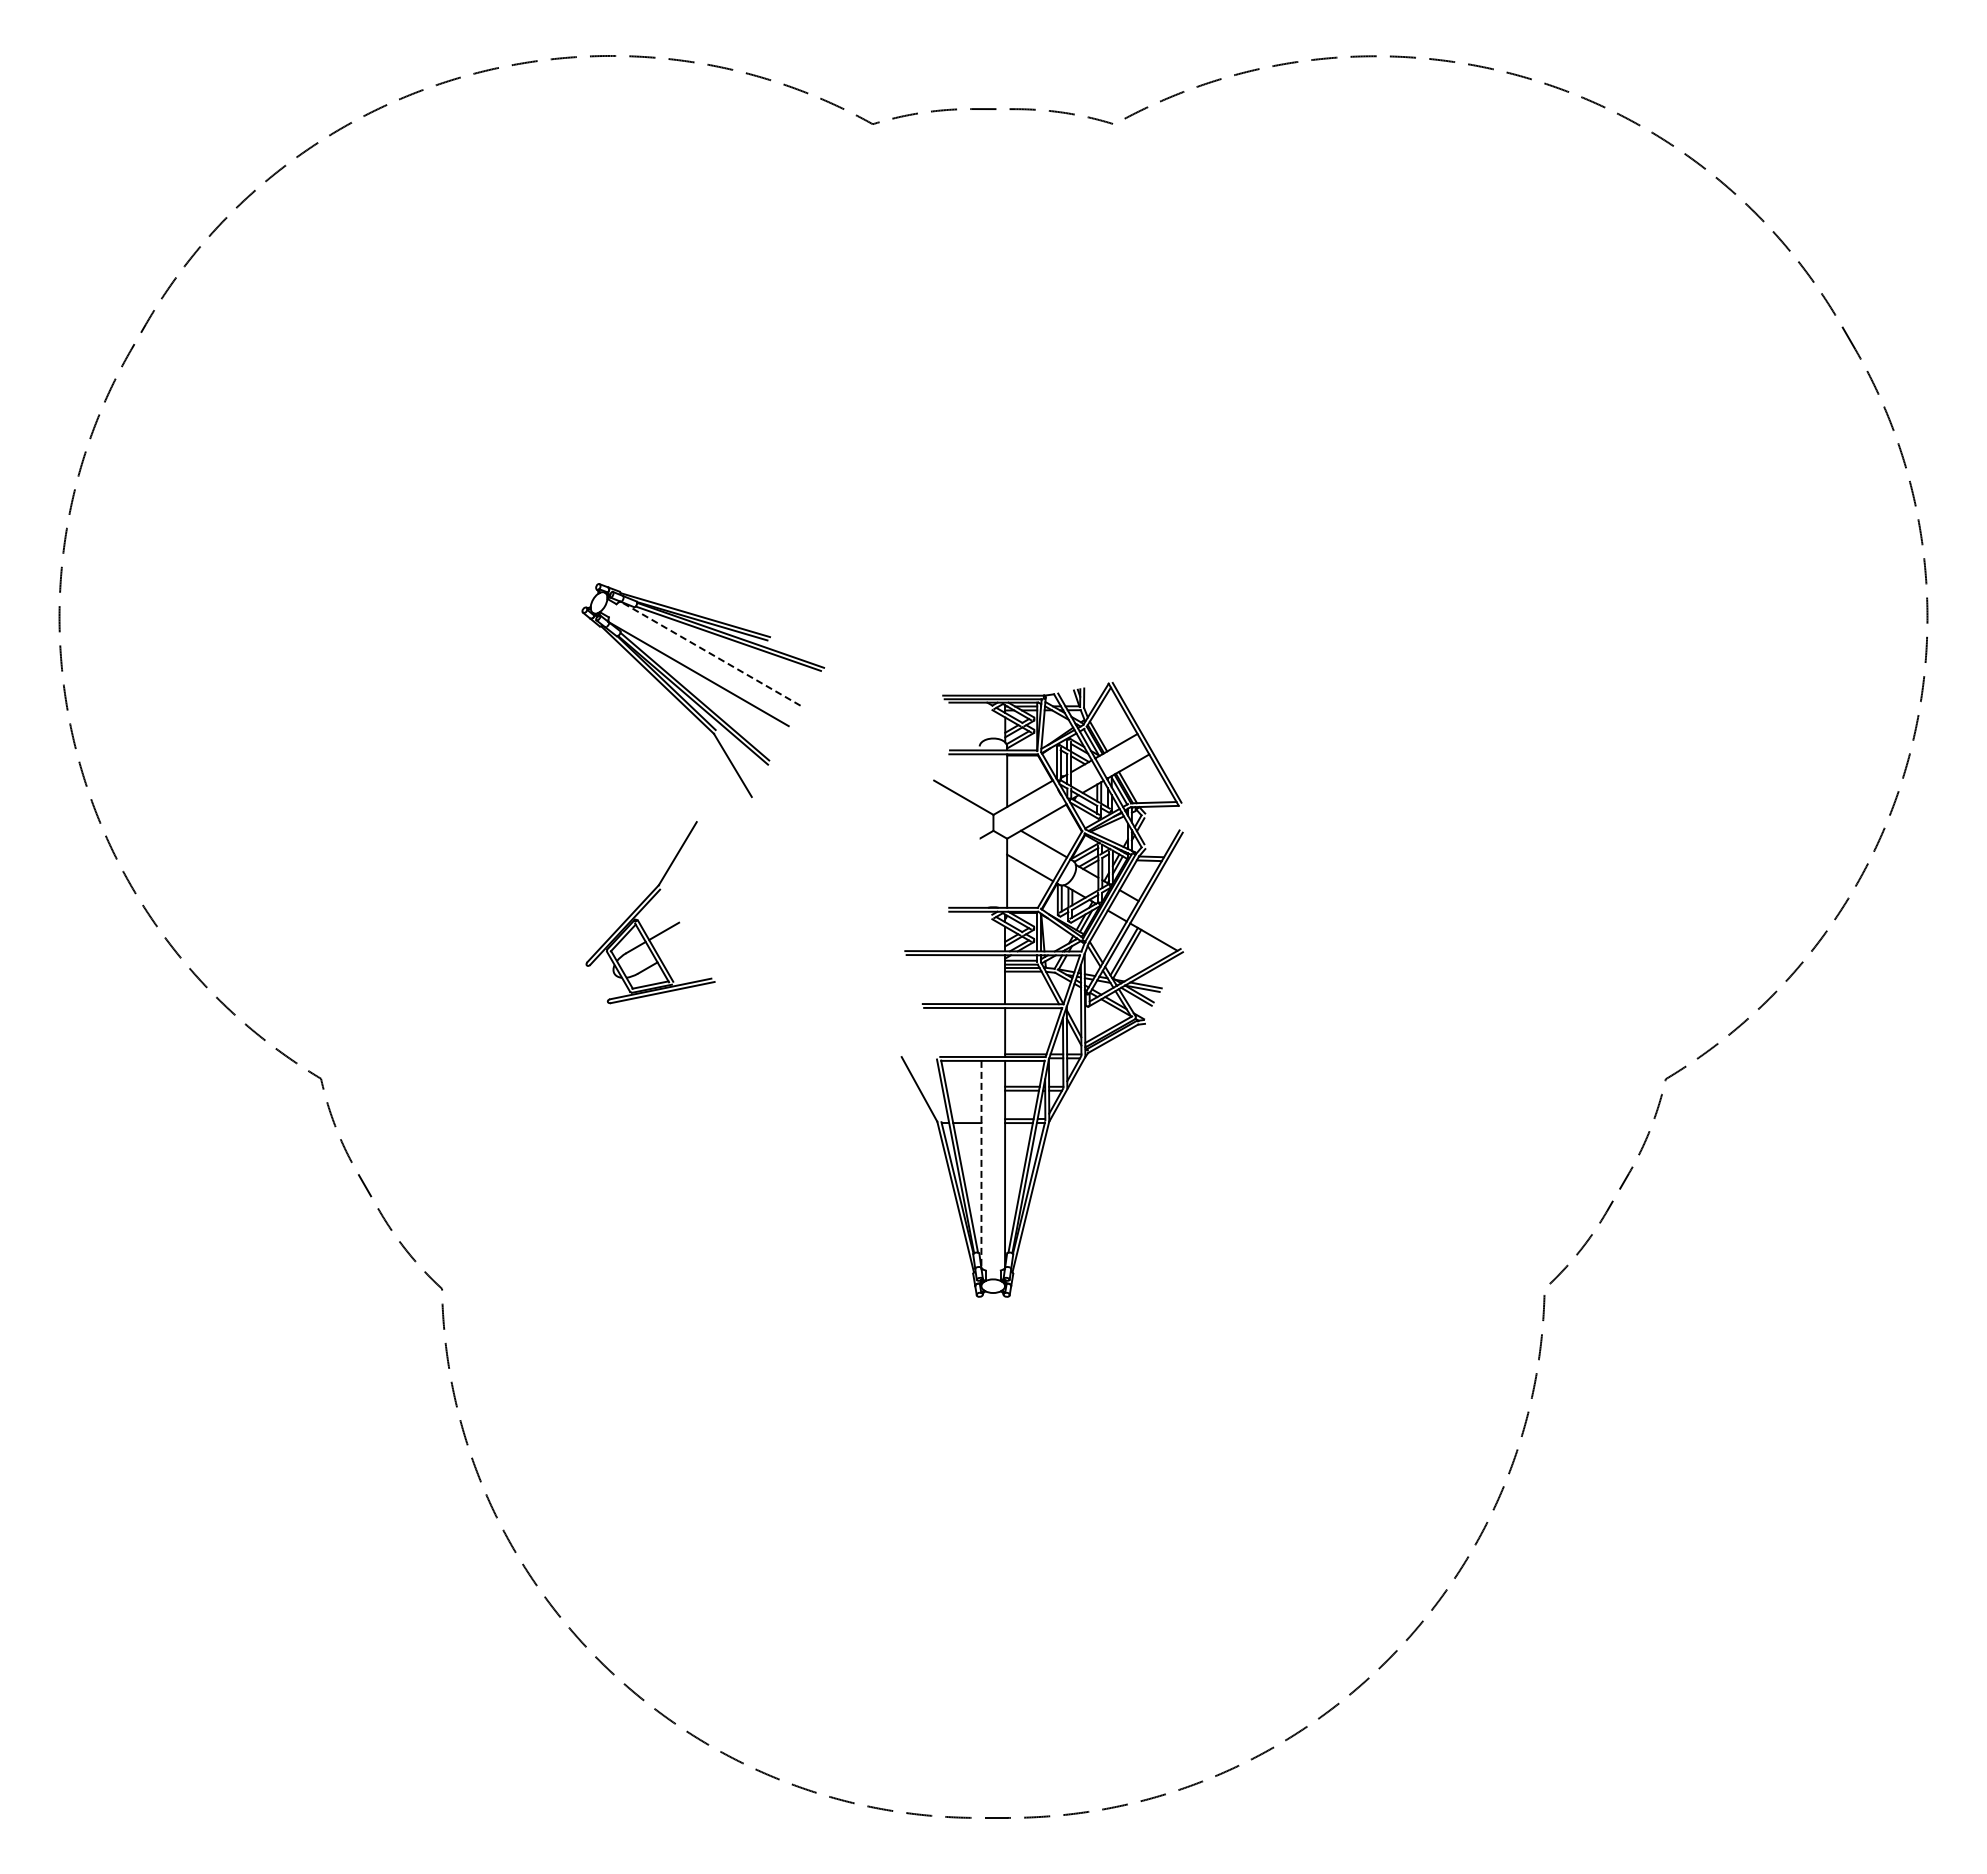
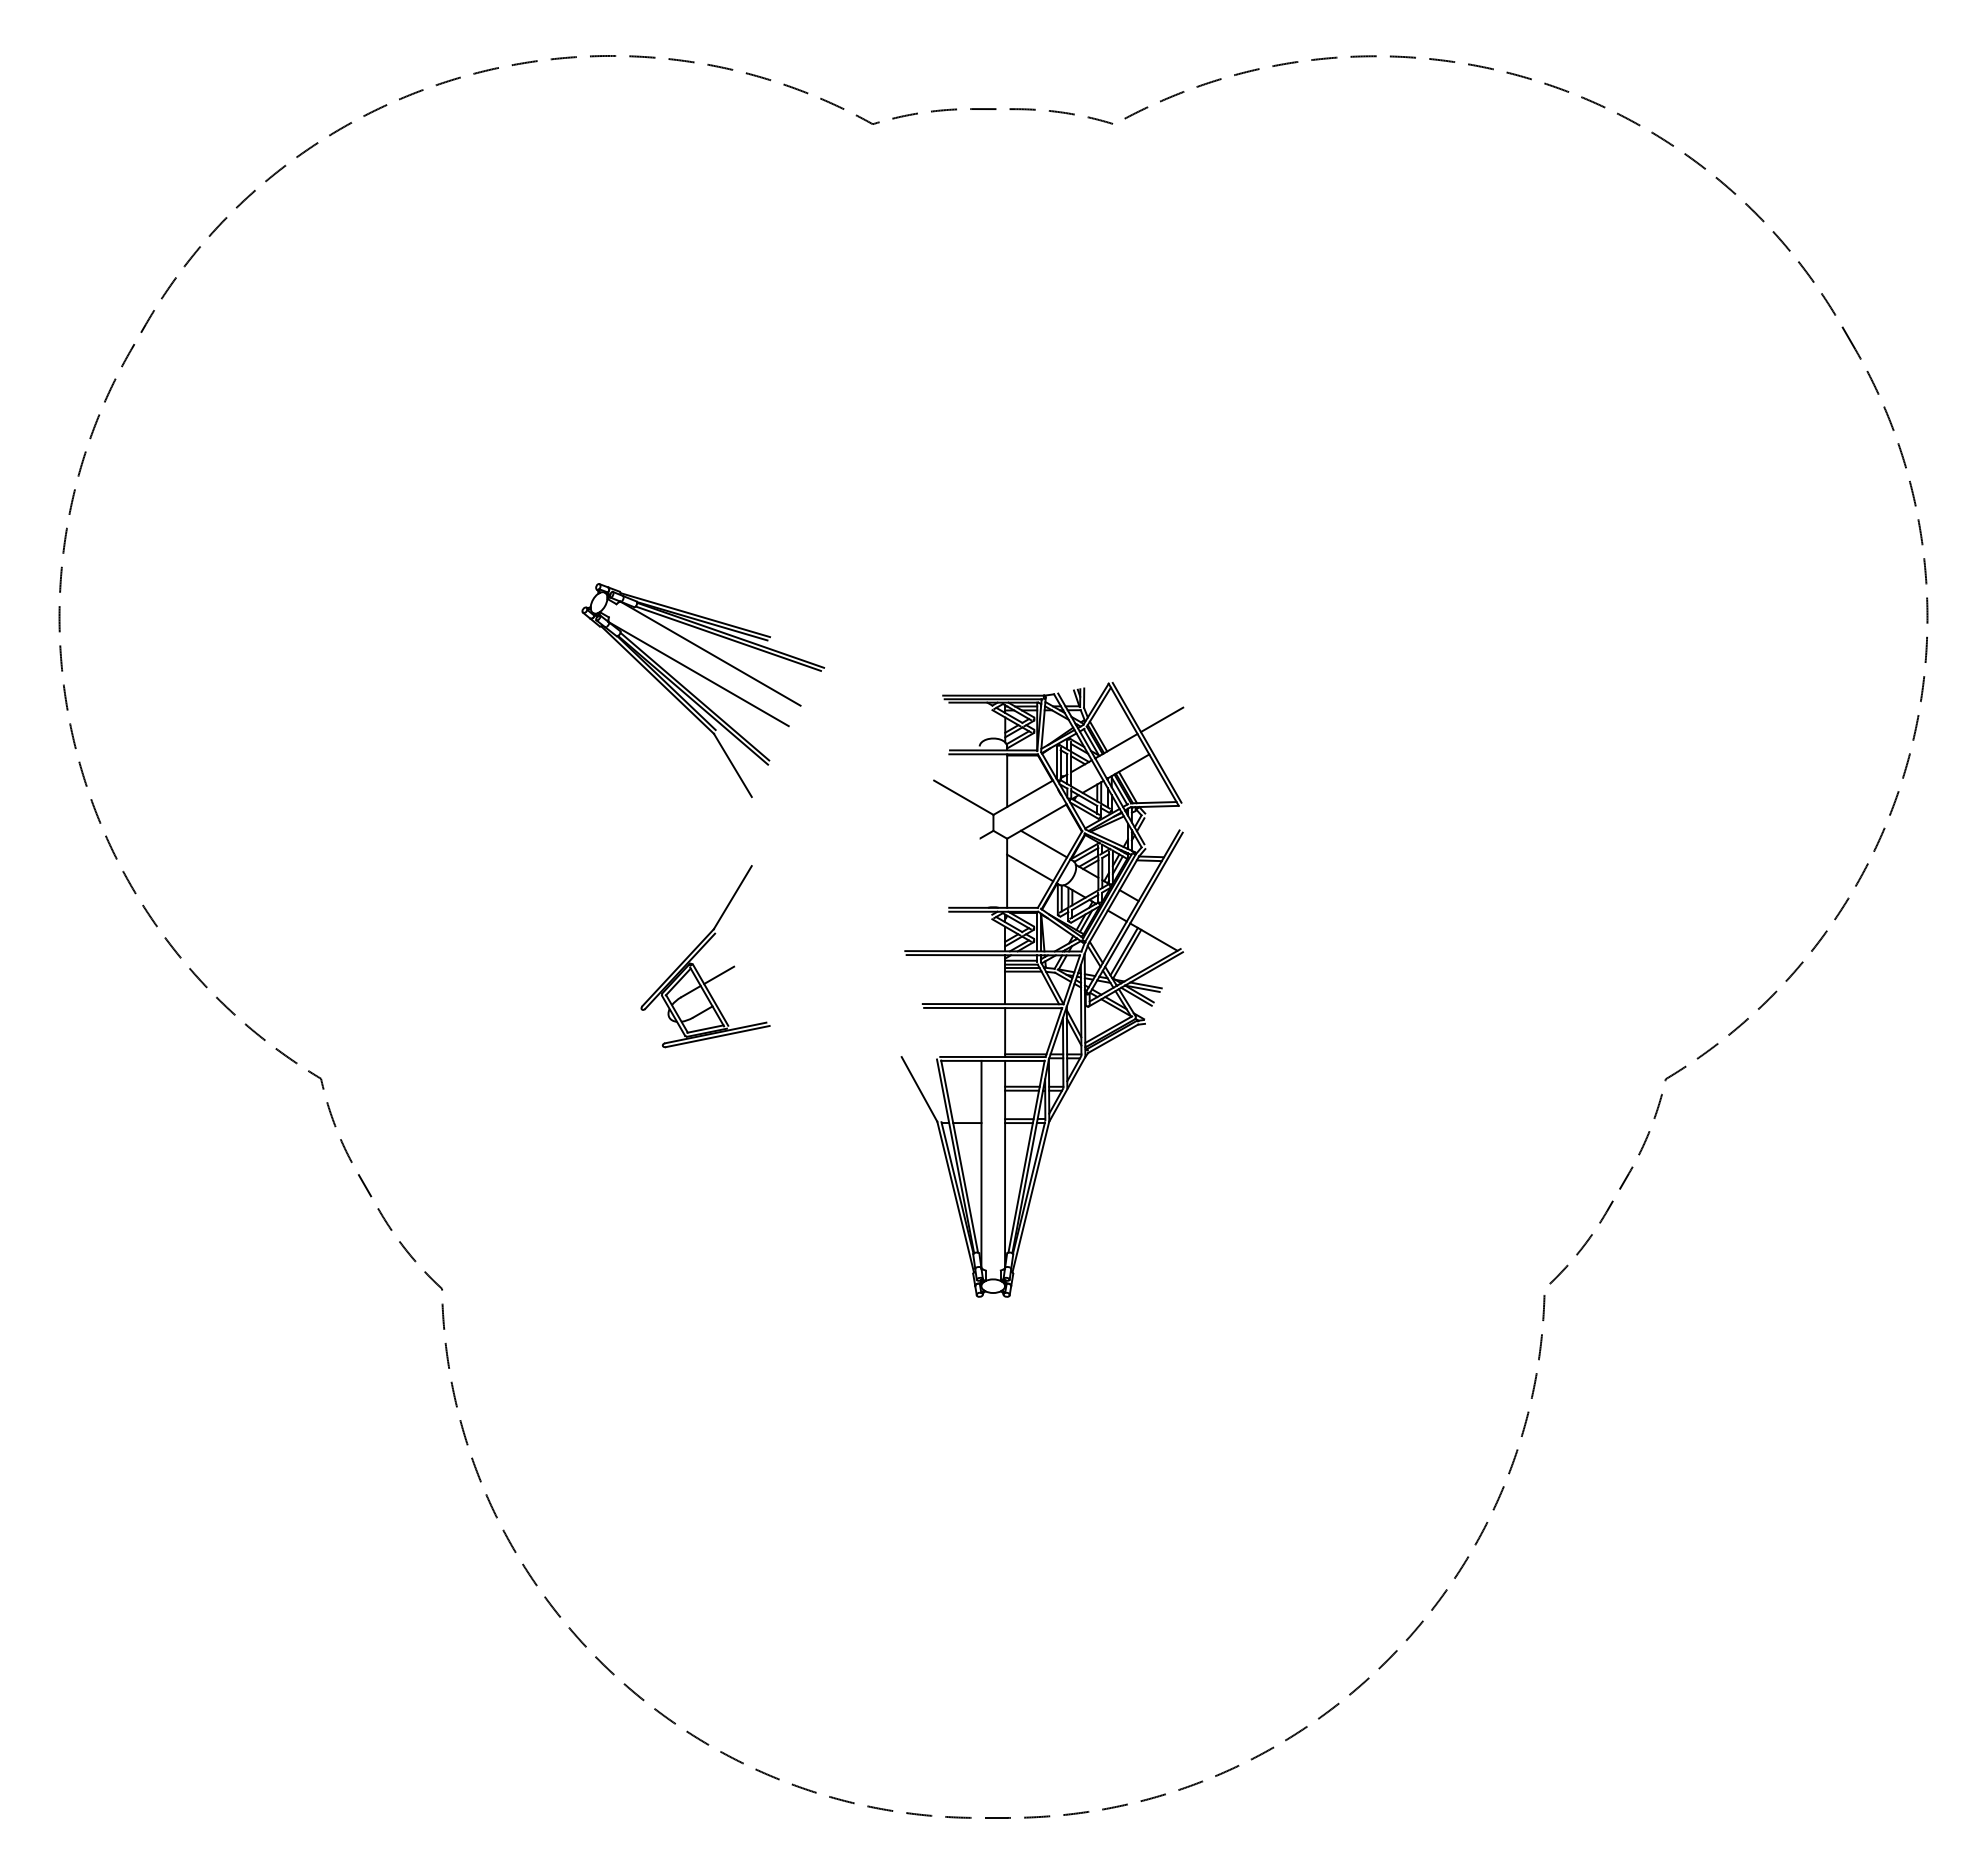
line at (710, 653): dashed -> solid
line at (1161, 719): none -> present
part at (645, 906) position: (645, 906) -> (700, 950)
line at (981, 1164): dashed -> solid
